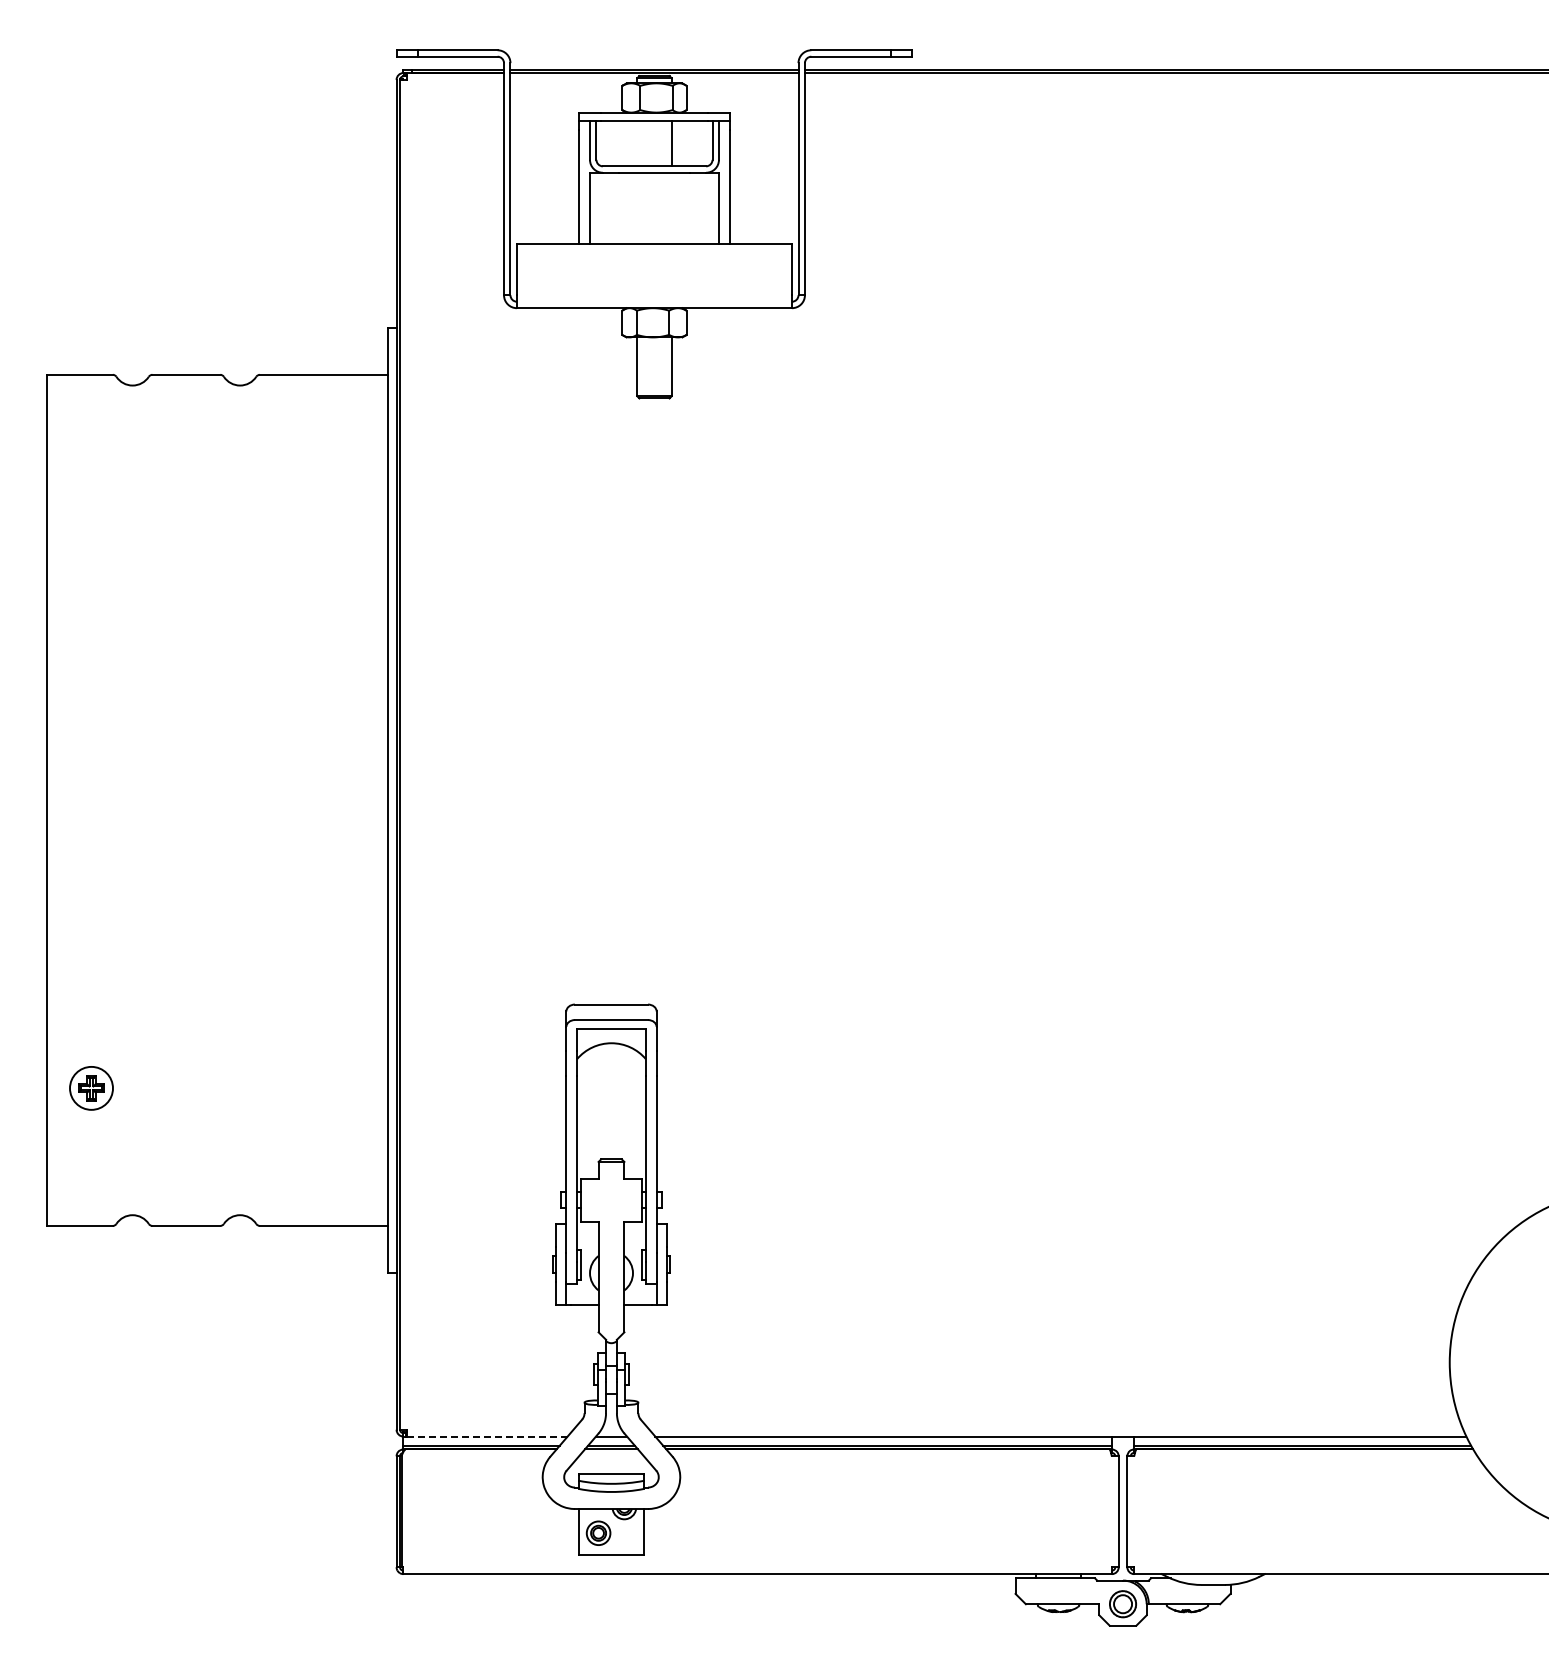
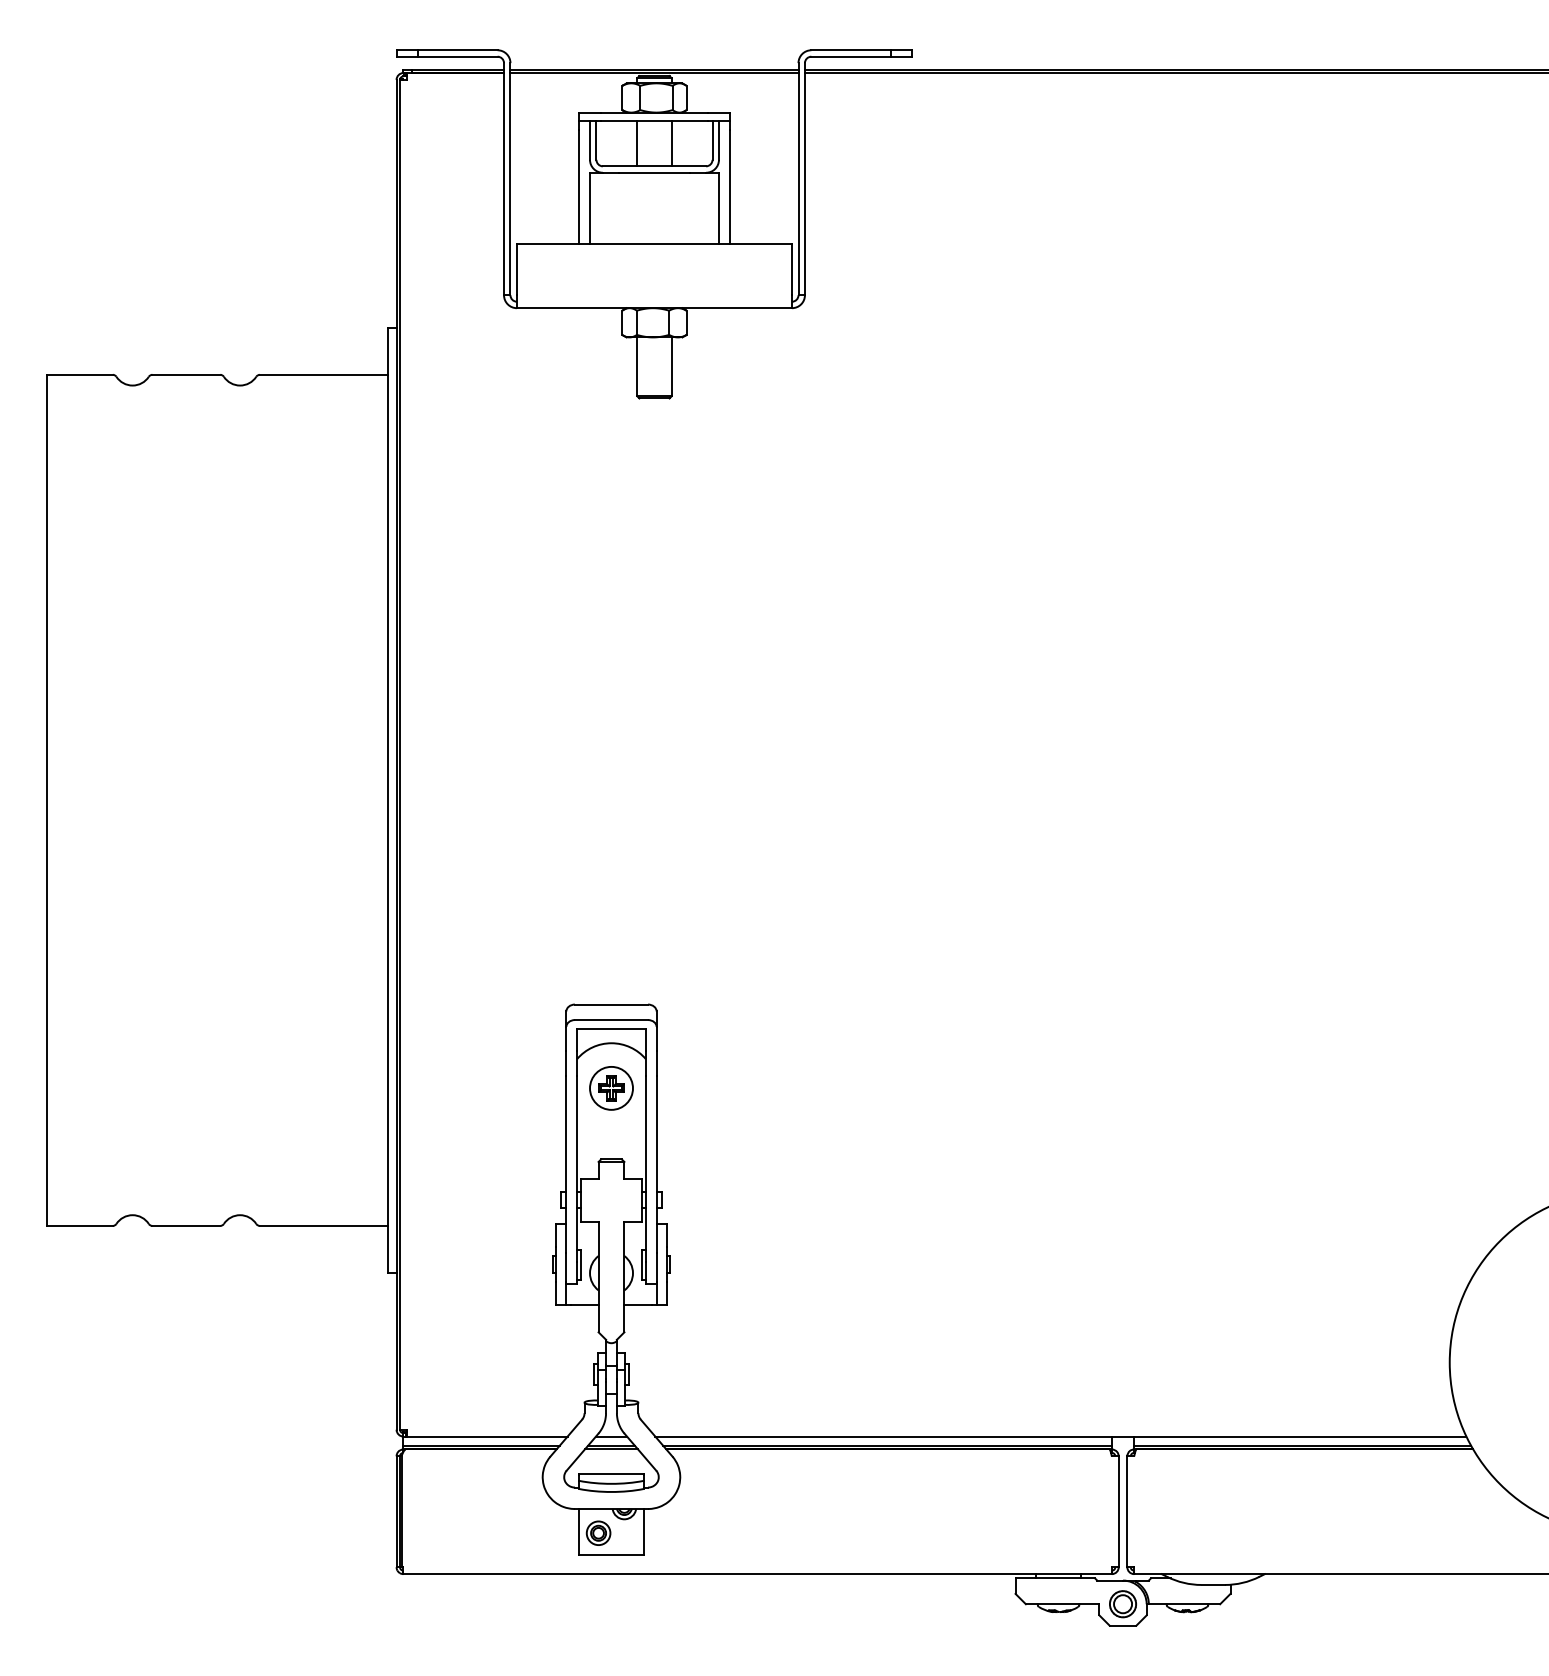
line at (637, 143): none -> present
part at (91, 1088) position: (91, 1088) -> (611, 1088)
line at (486, 1436): dashed -> solid
